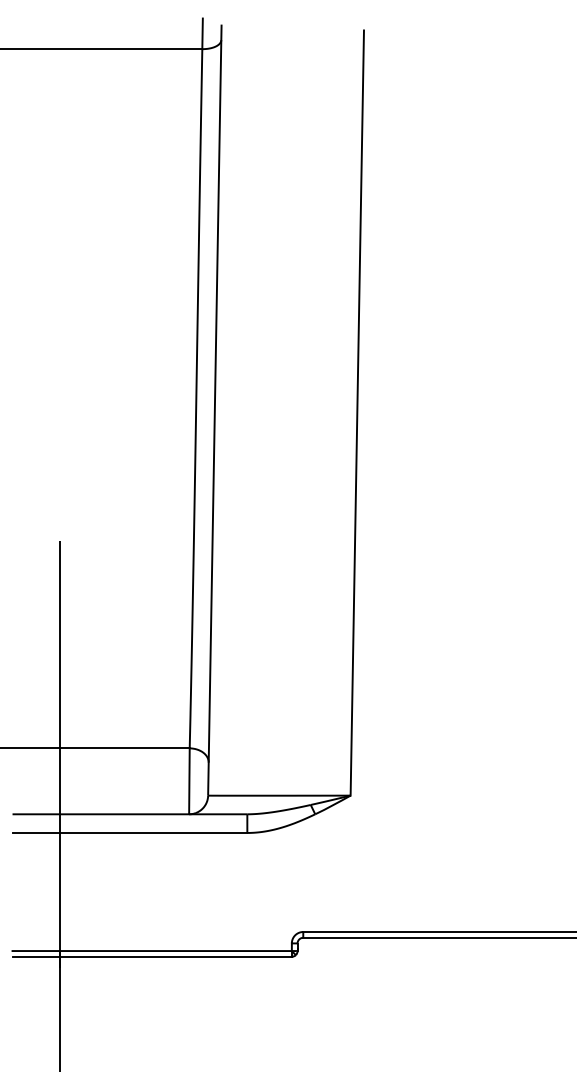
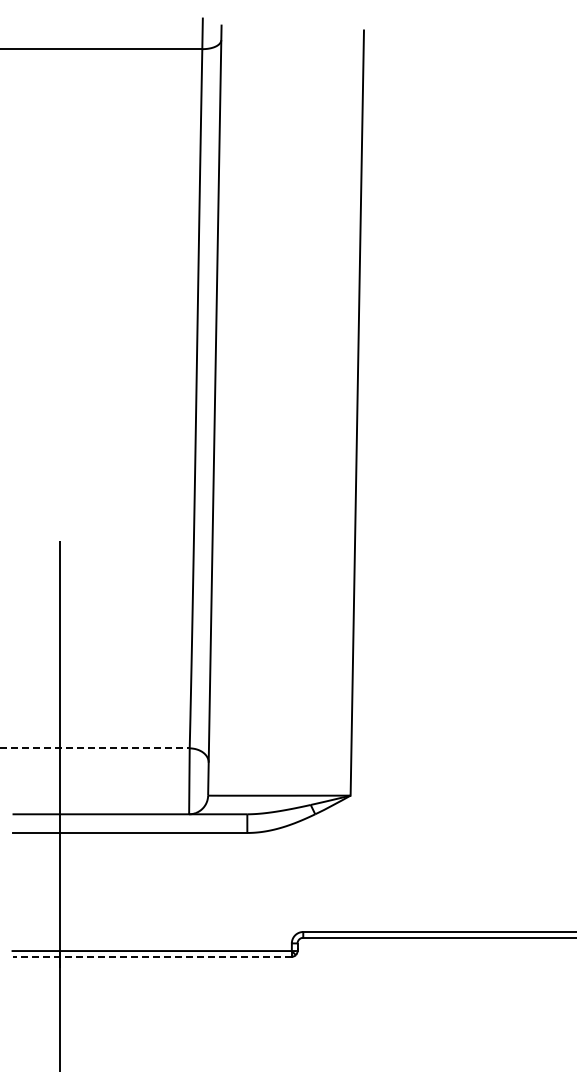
line at (95, 748): solid -> dashed
line at (152, 956): solid -> dashed
